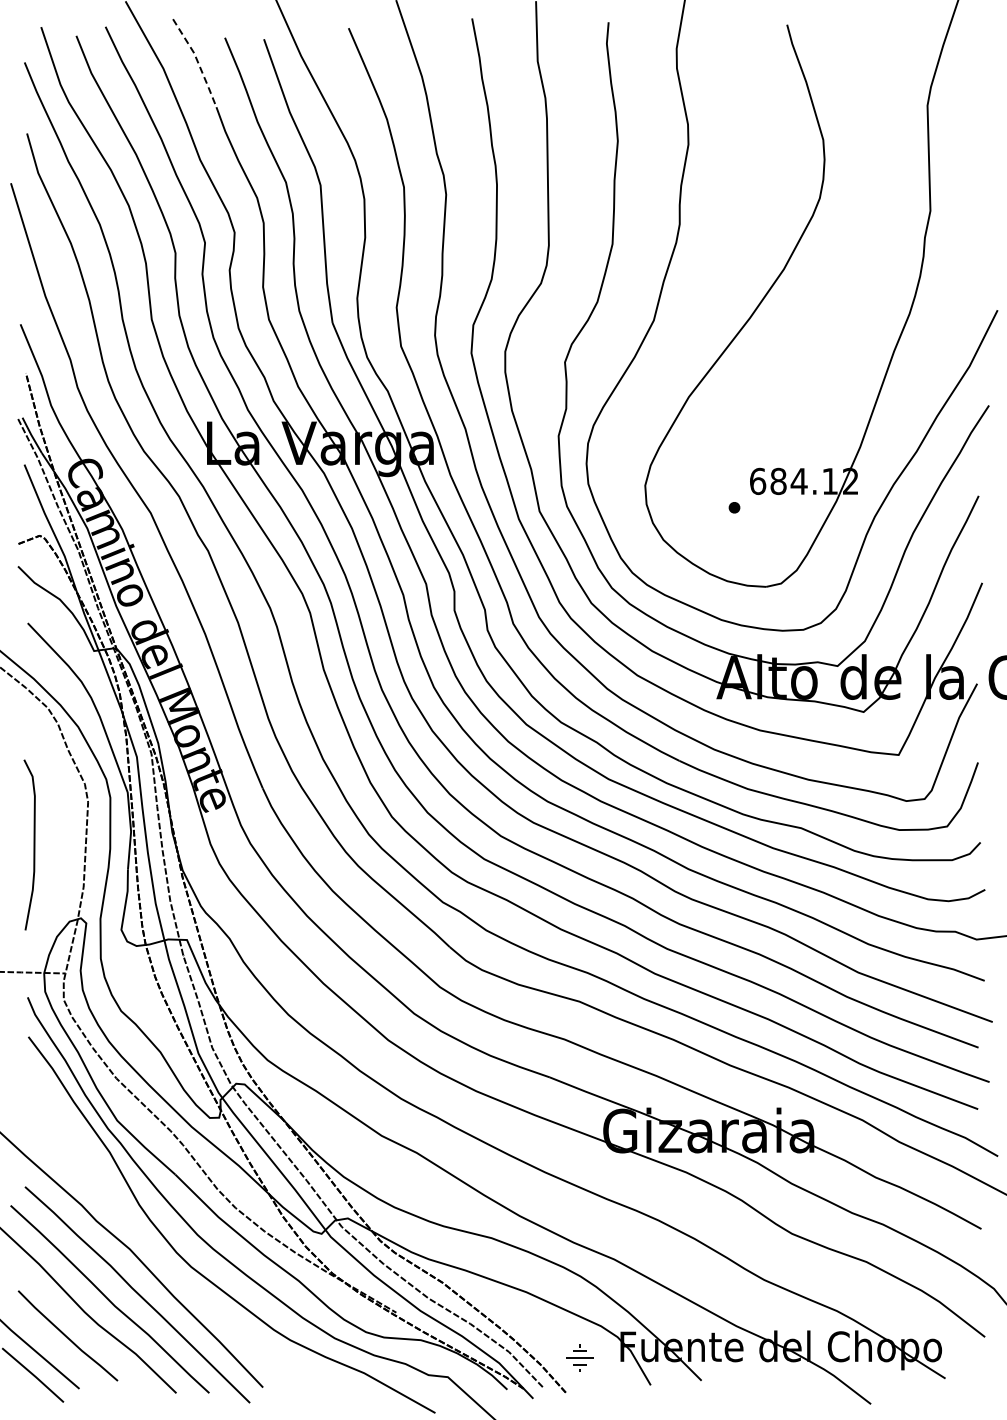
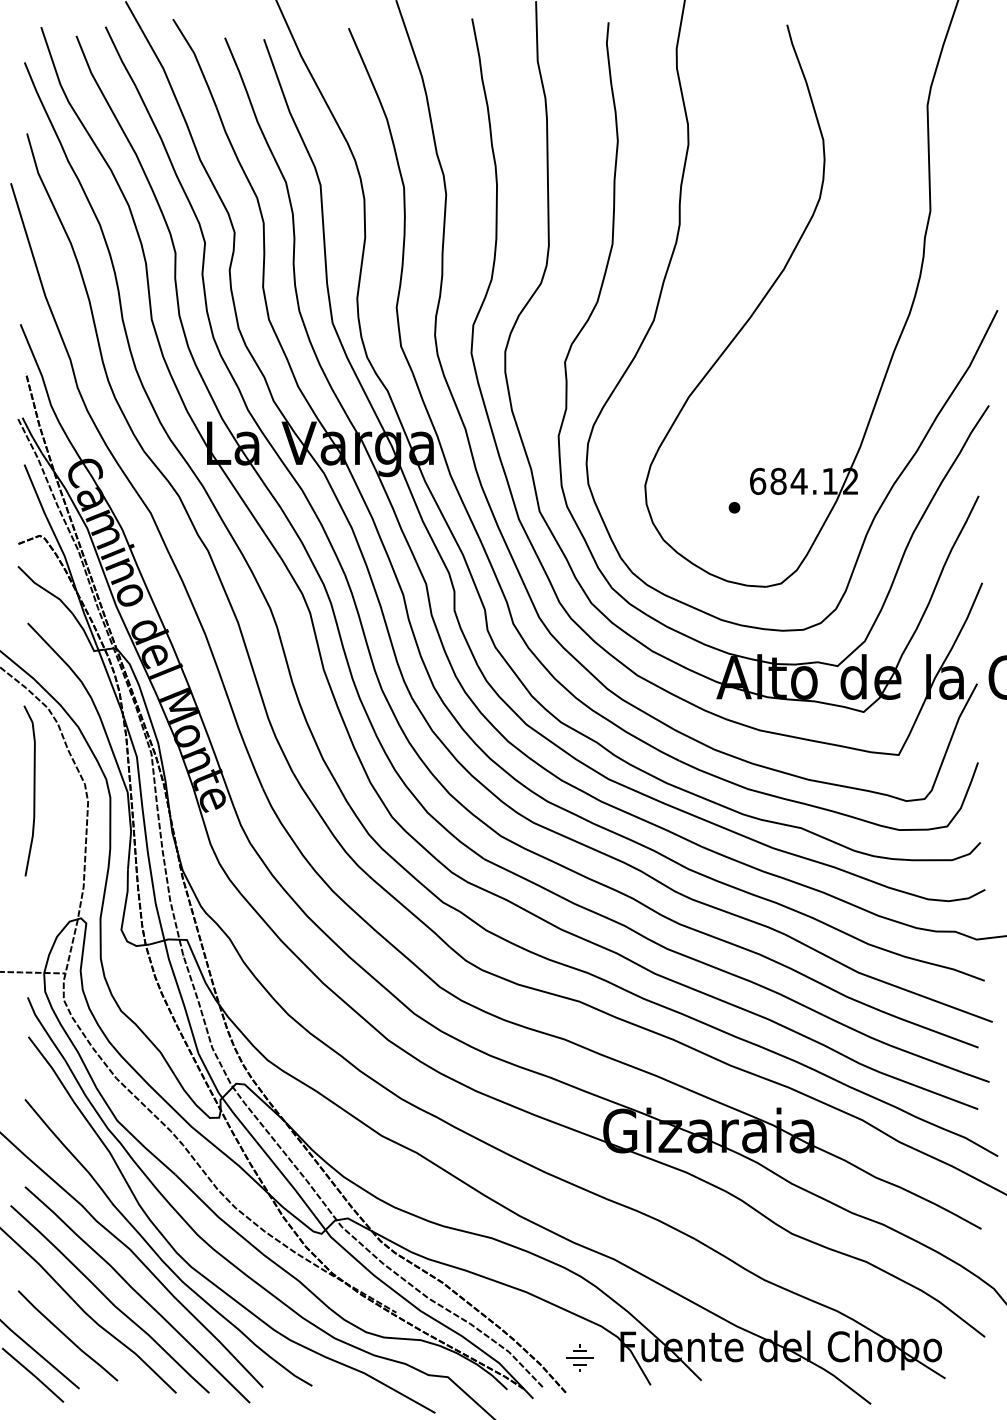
line at (197, 61): dashed -> solid
curve at (33, 844) position: (33, 844) -> (33, 790)
curve at (157, 1253): none -> present
